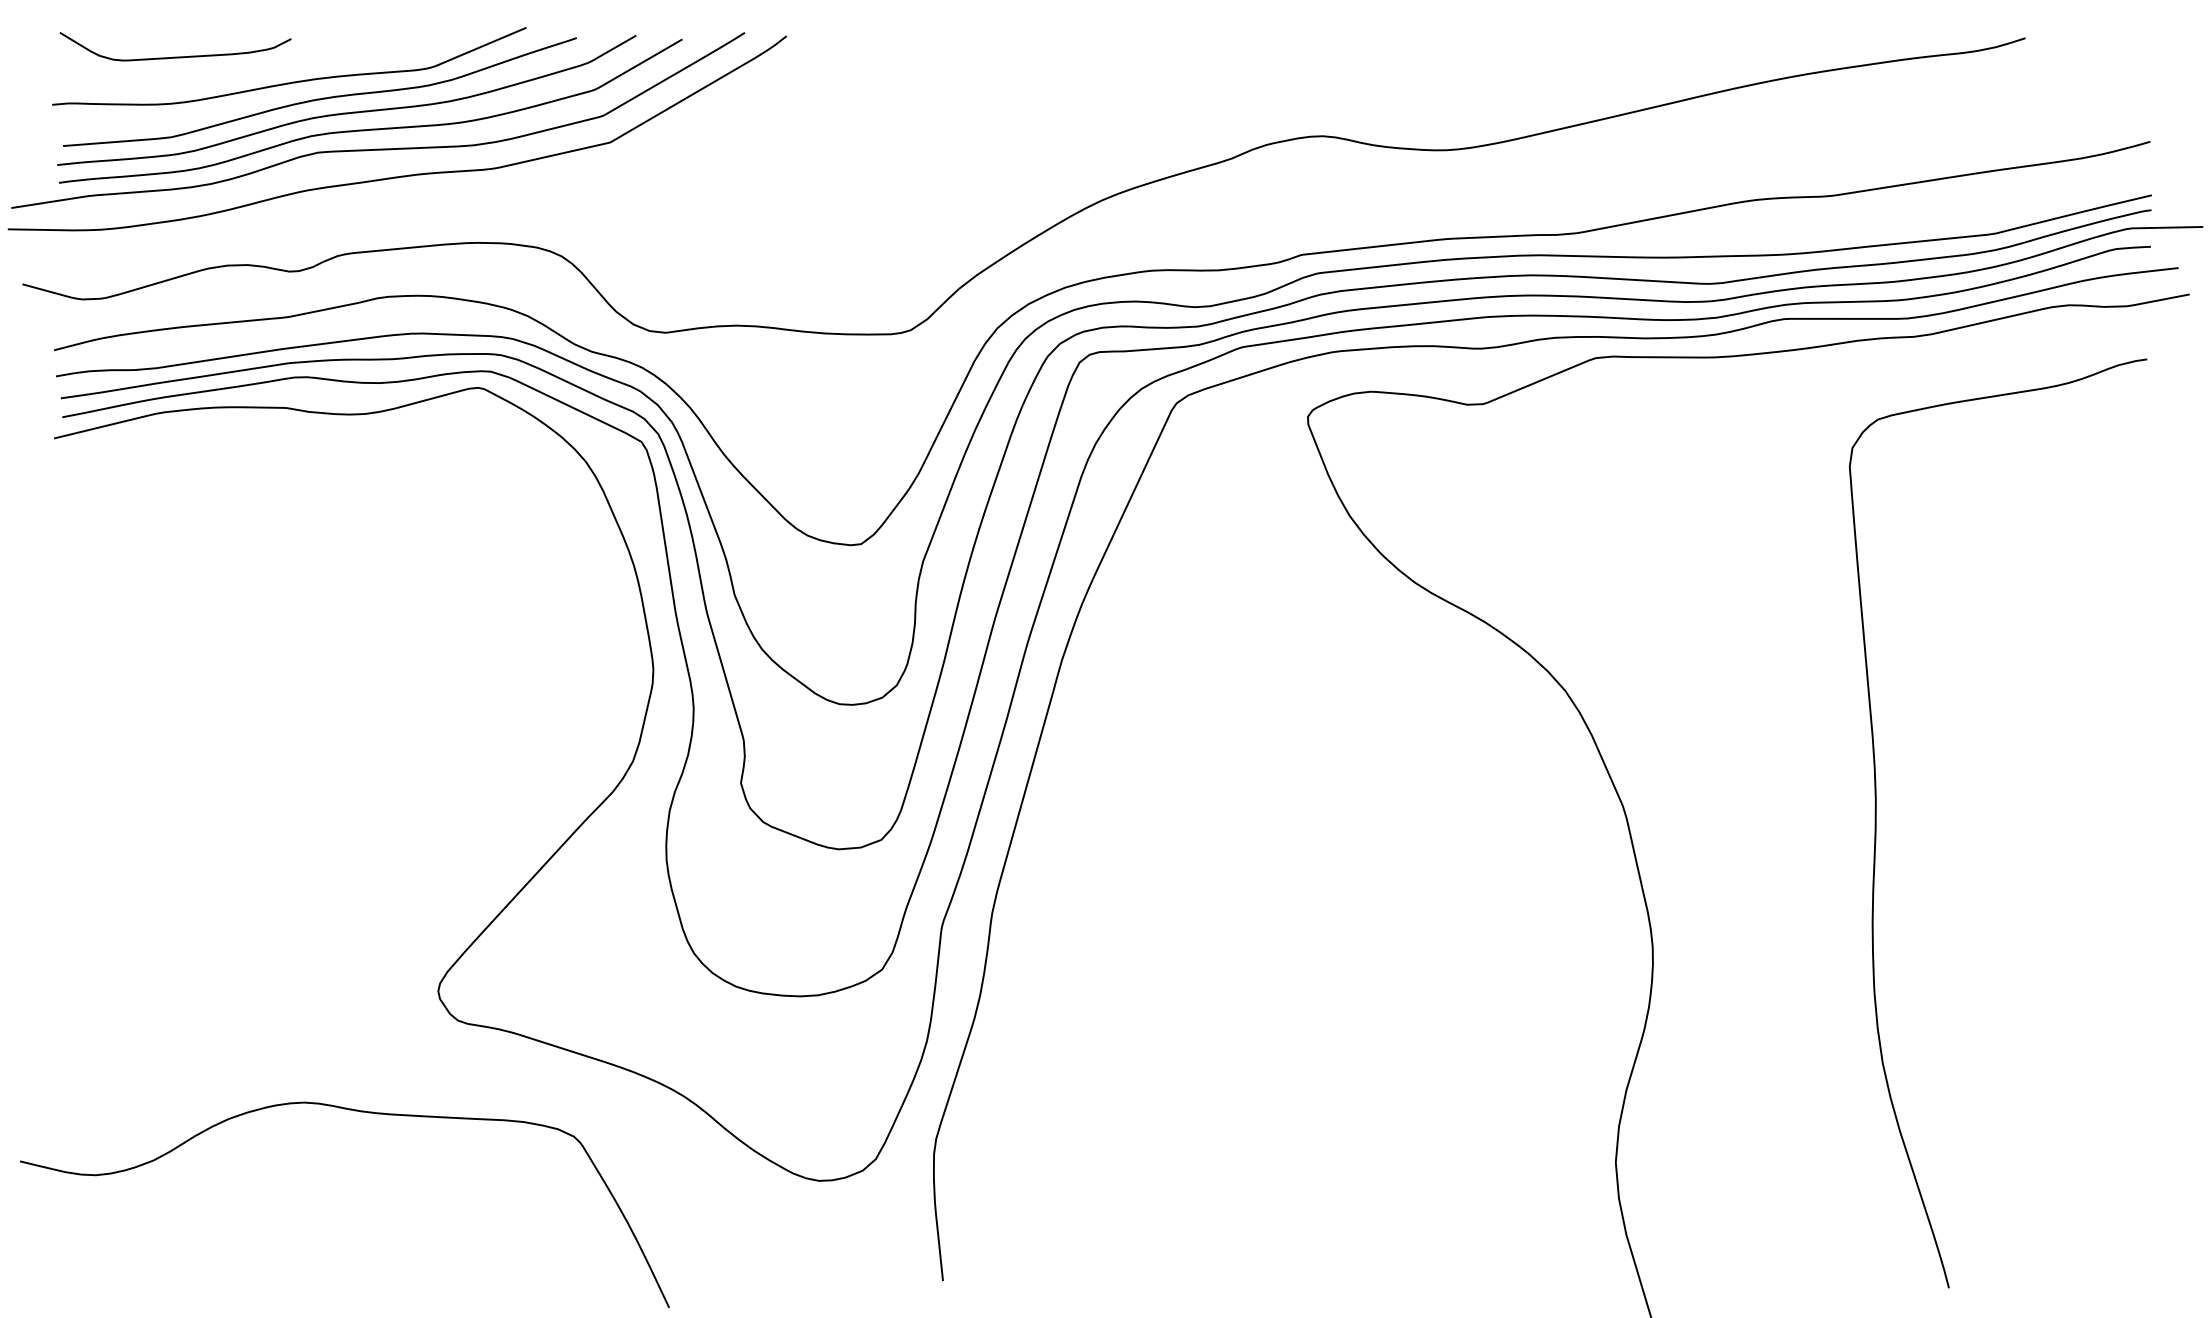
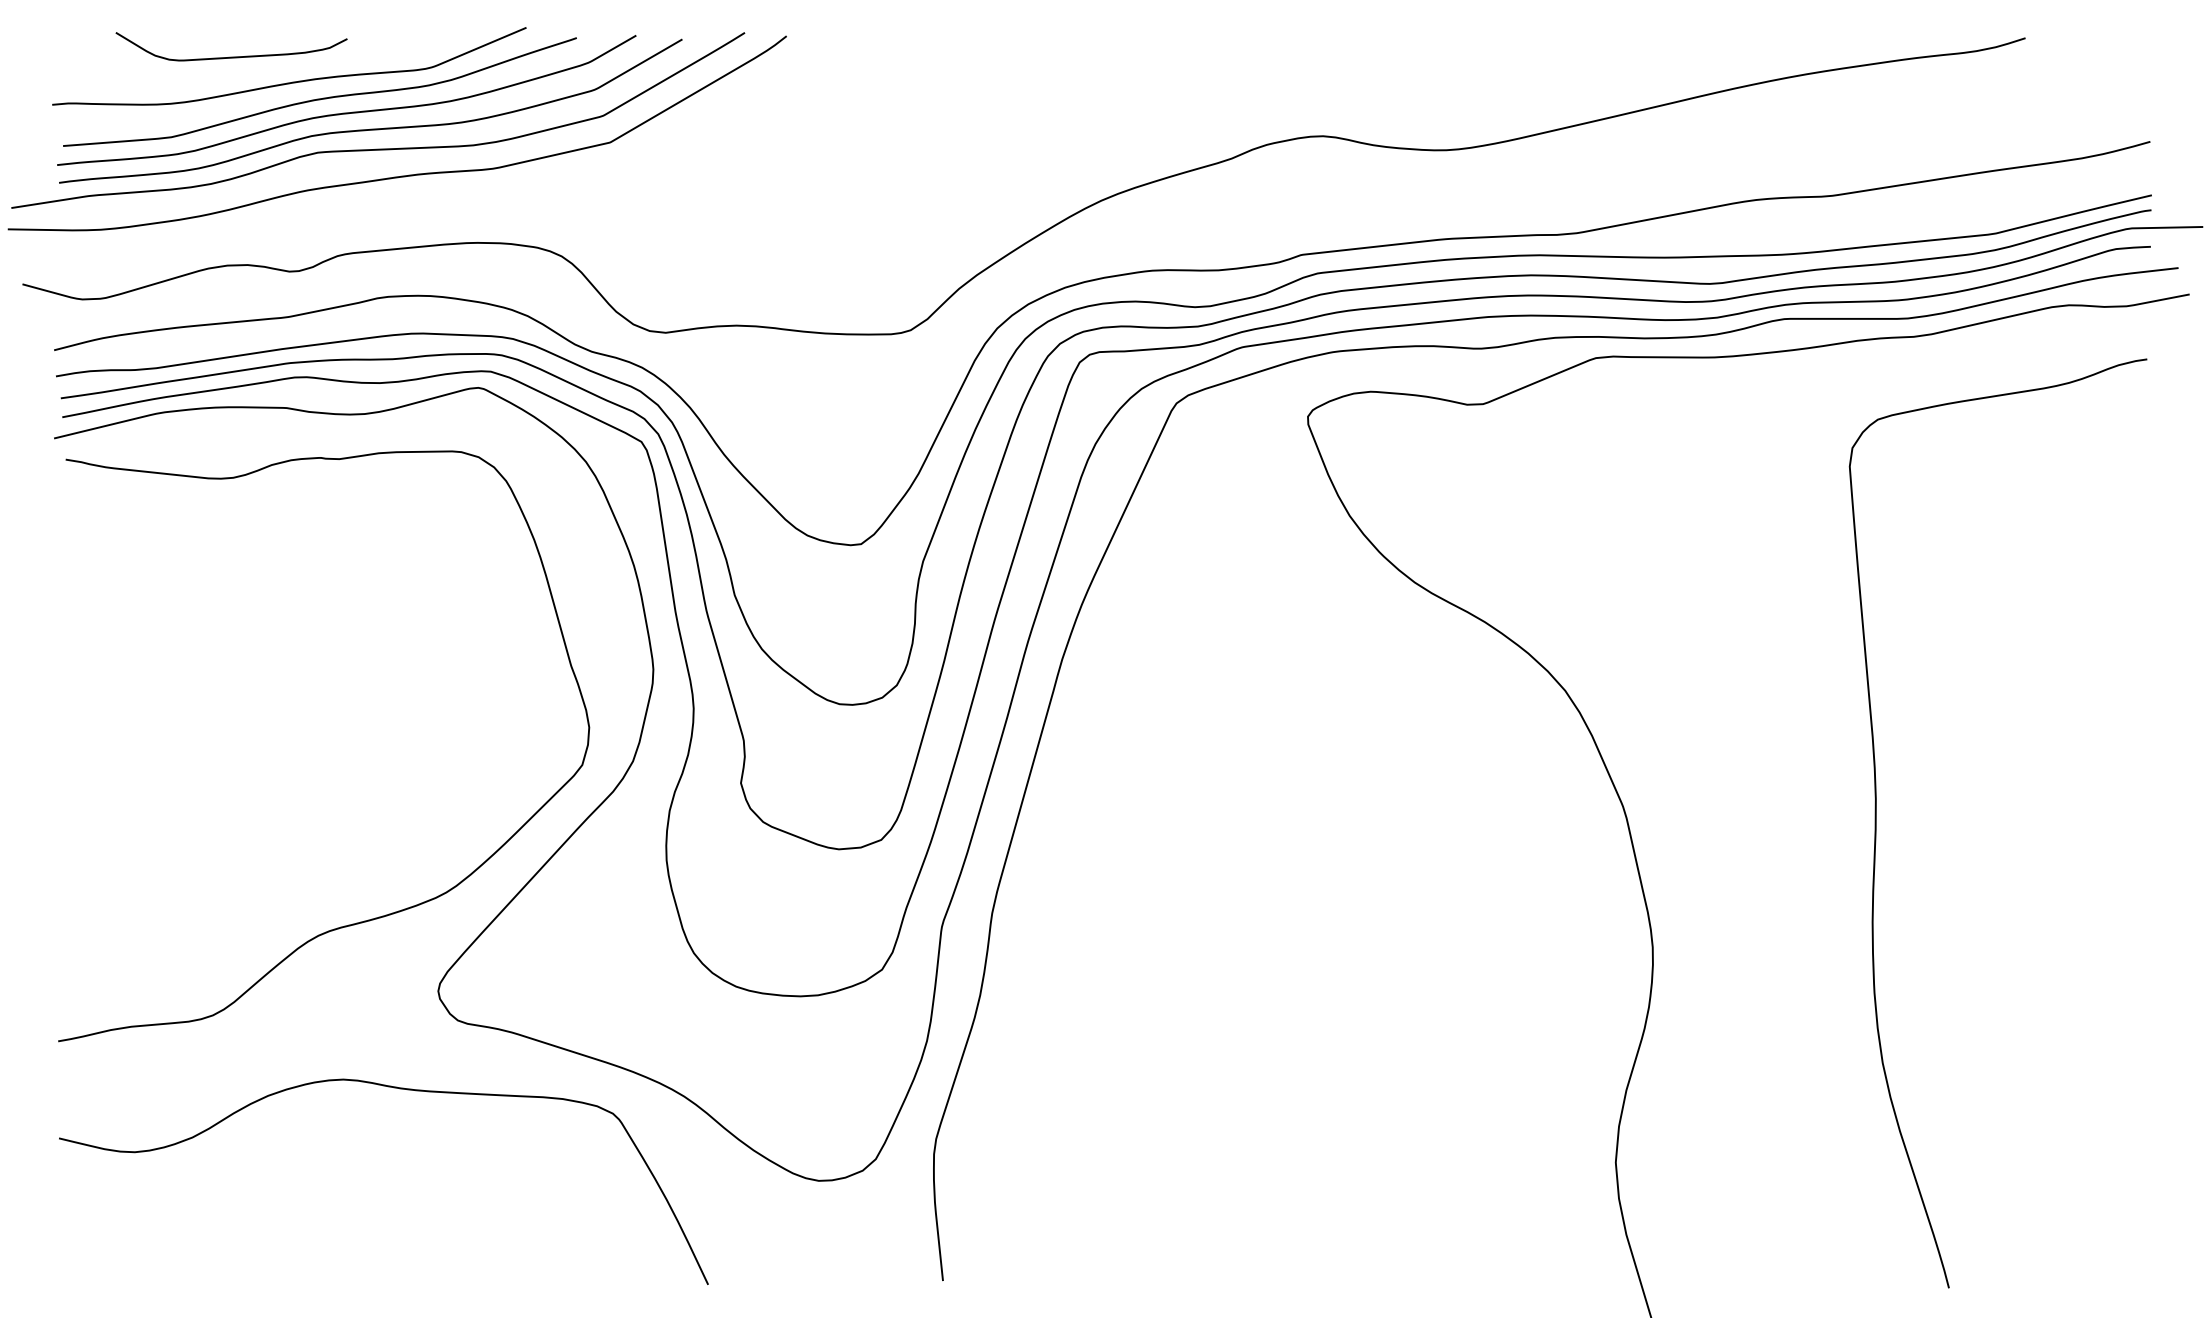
curve at (175, 56) position: (175, 56) -> (231, 56)
curve at (371, 918): none -> present
curve at (360, 1112) position: (360, 1112) -> (399, 1089)
